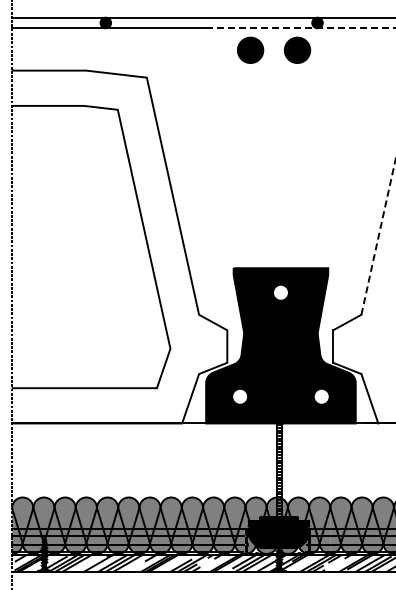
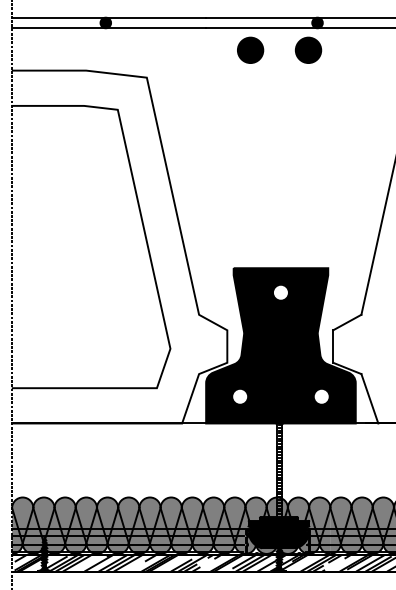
line at (301, 28): dashed -> solid
part at (297, 49) position: (297, 49) -> (308, 49)
line at (378, 236): dashed -> solid
